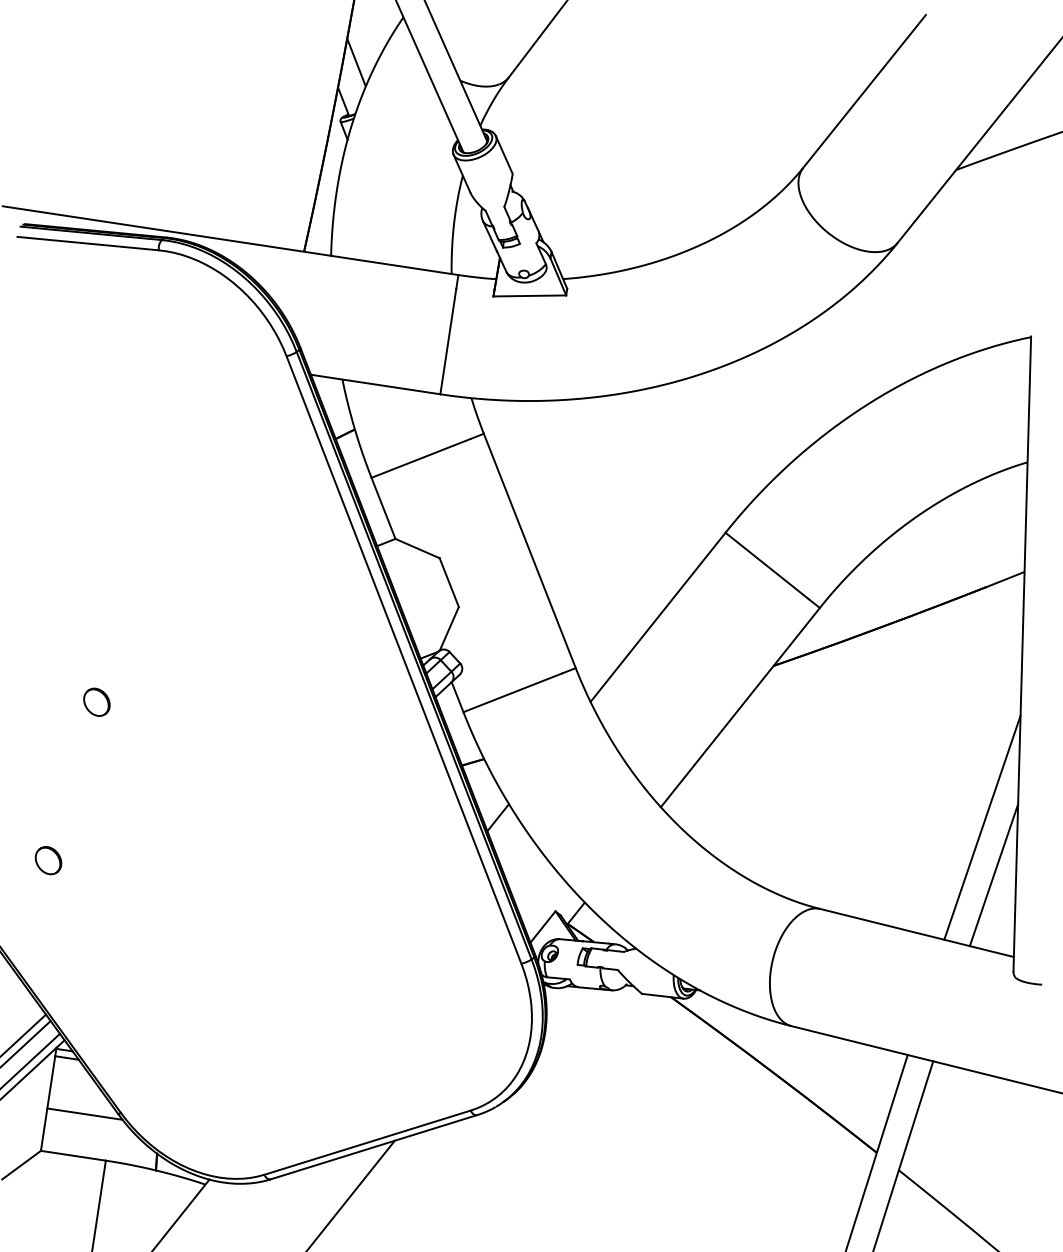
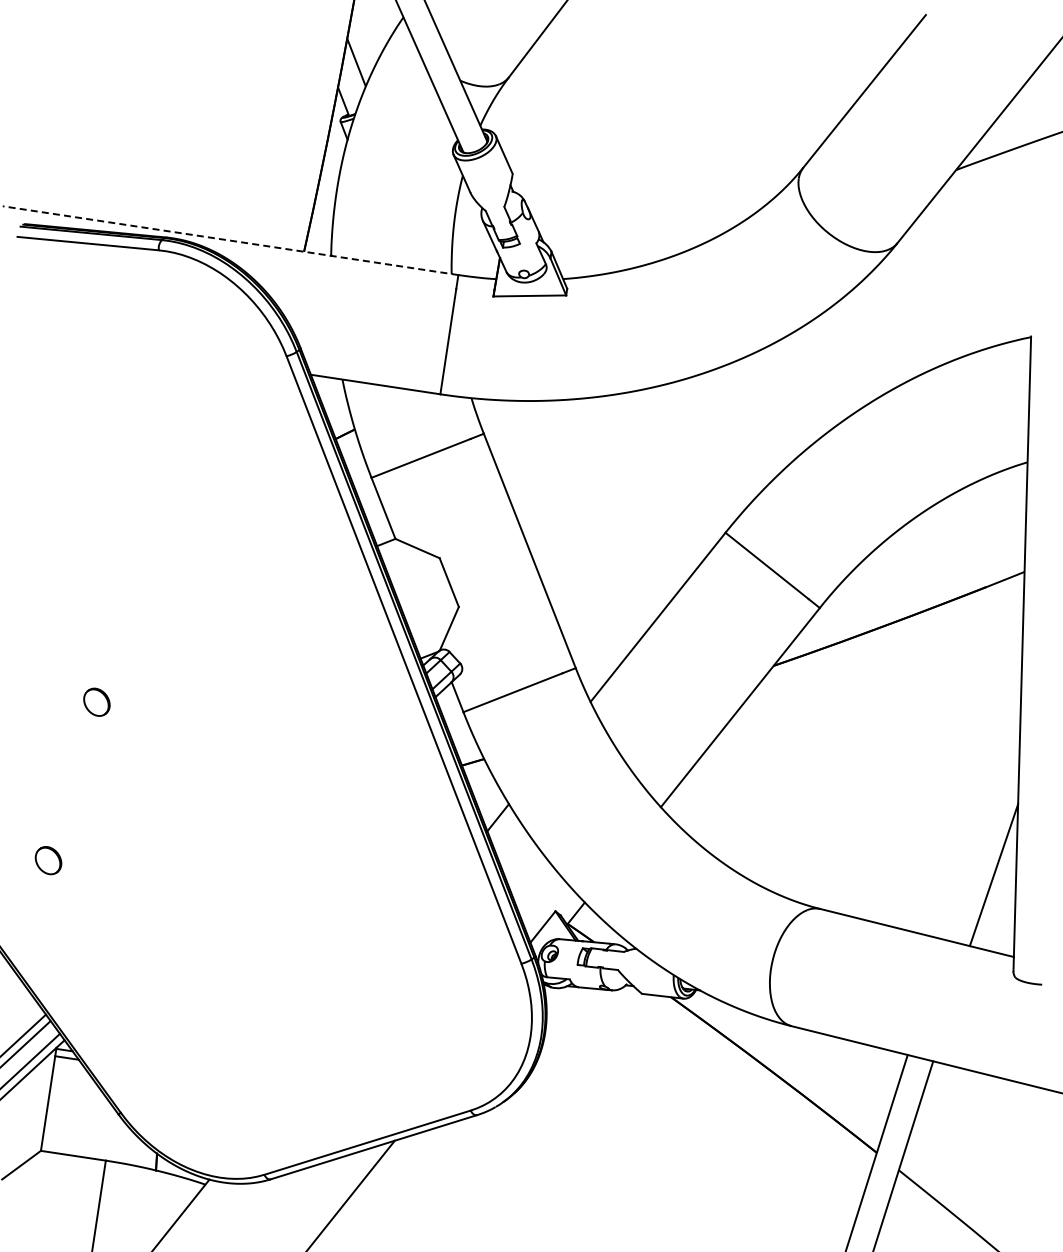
line at (230, 240): solid -> dashed
line at (982, 827): present -> none
line at (84, 1113): present -> none
